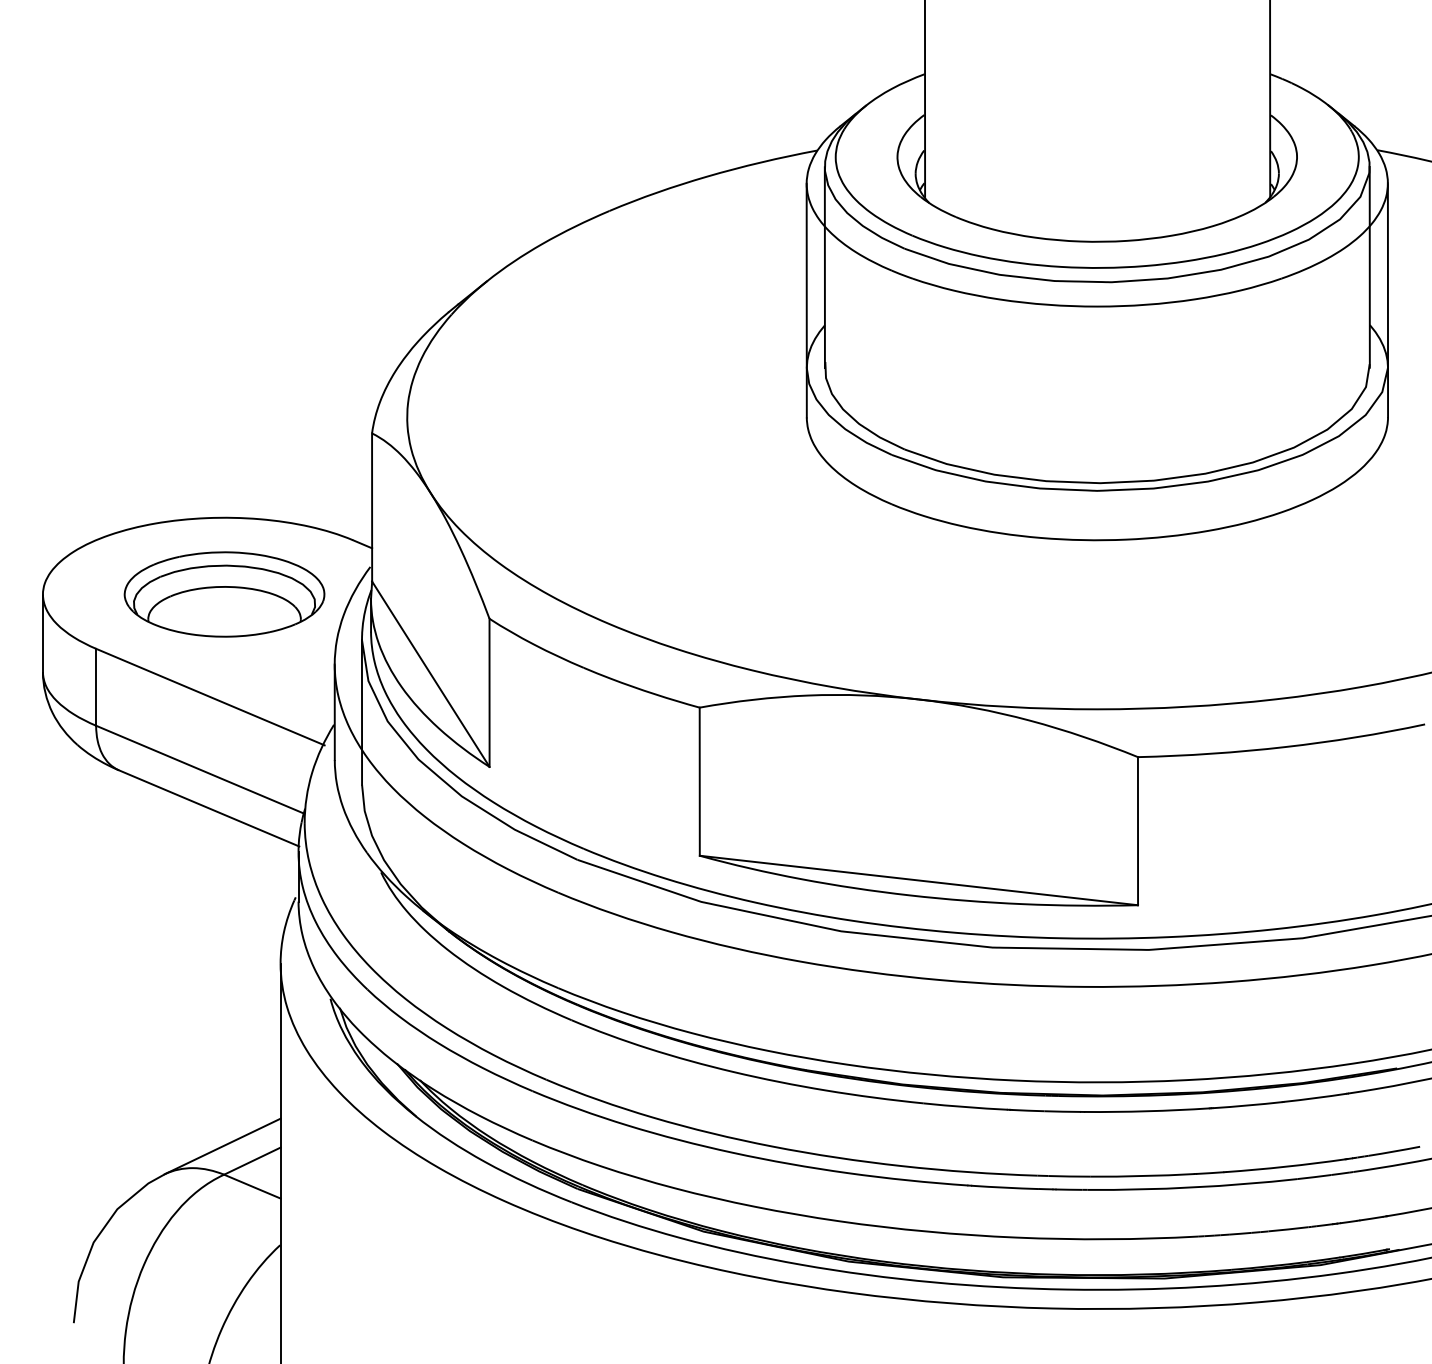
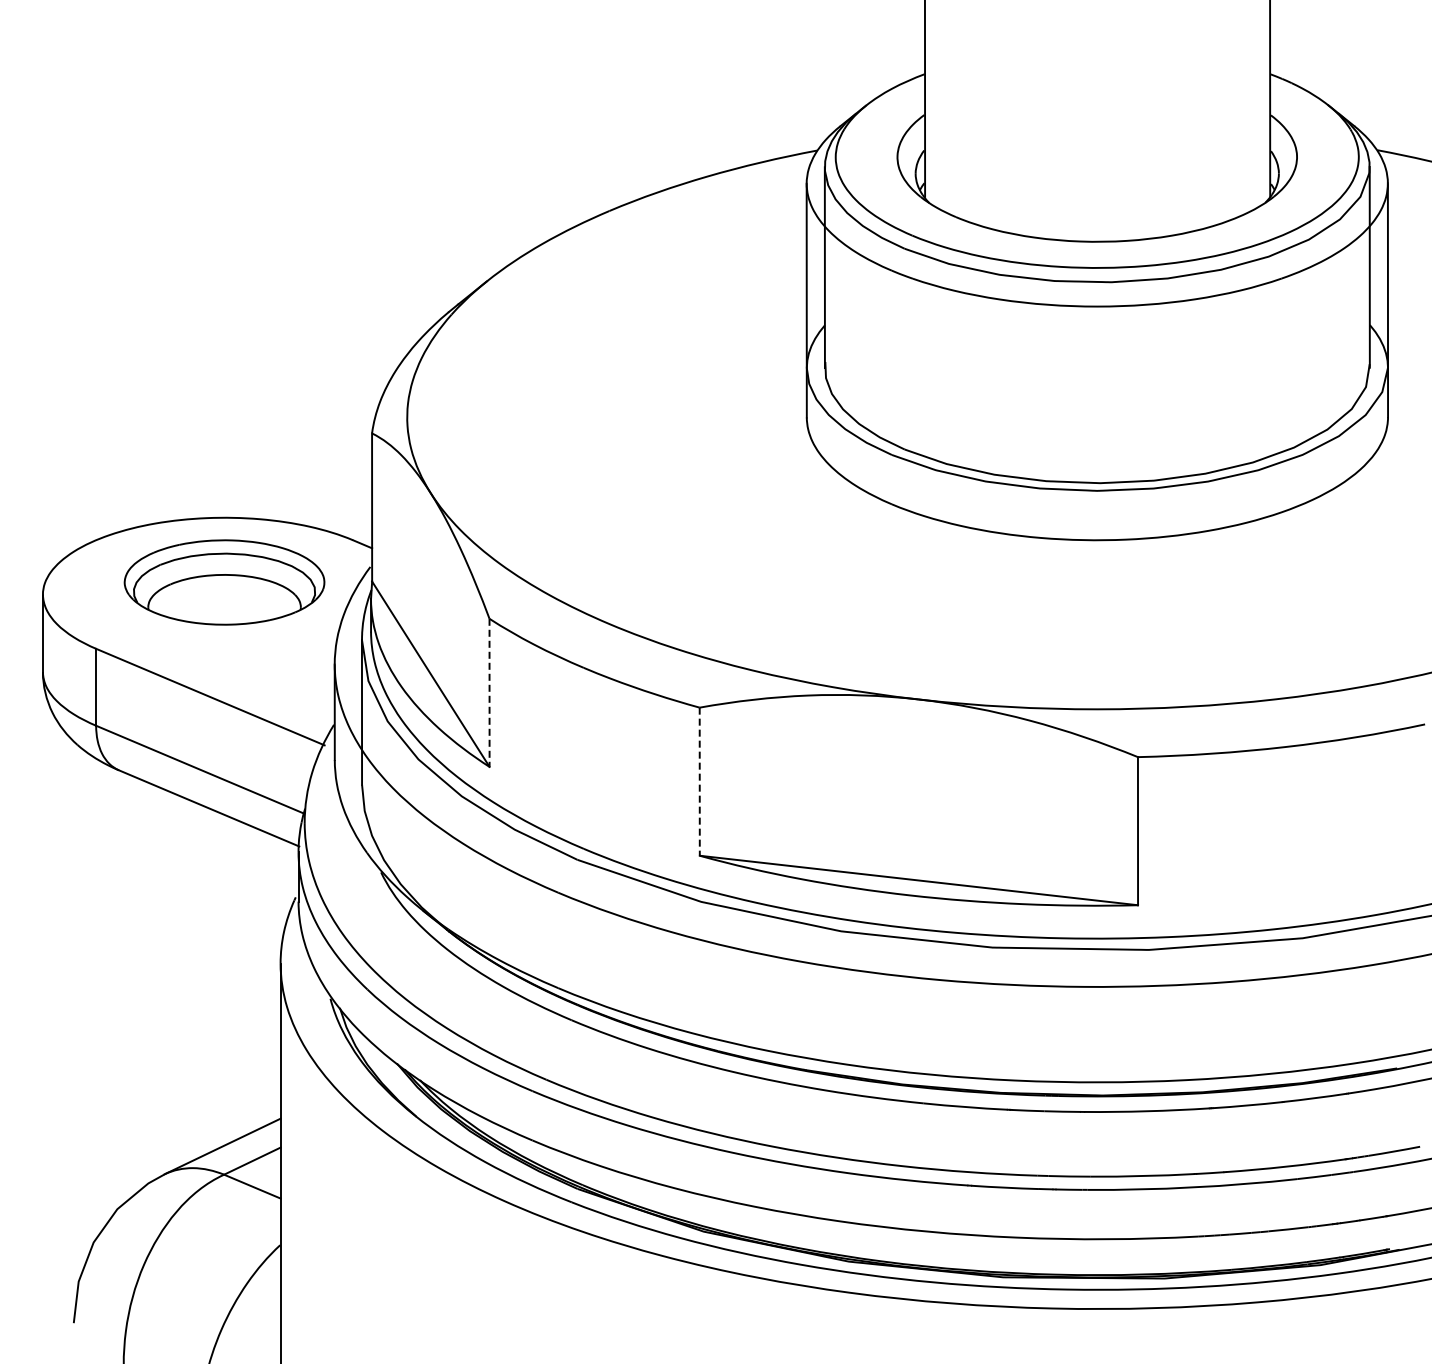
part at (224, 594) position: (224, 594) -> (224, 582)
line at (489, 693): solid -> dashed
line at (699, 782): solid -> dashed
